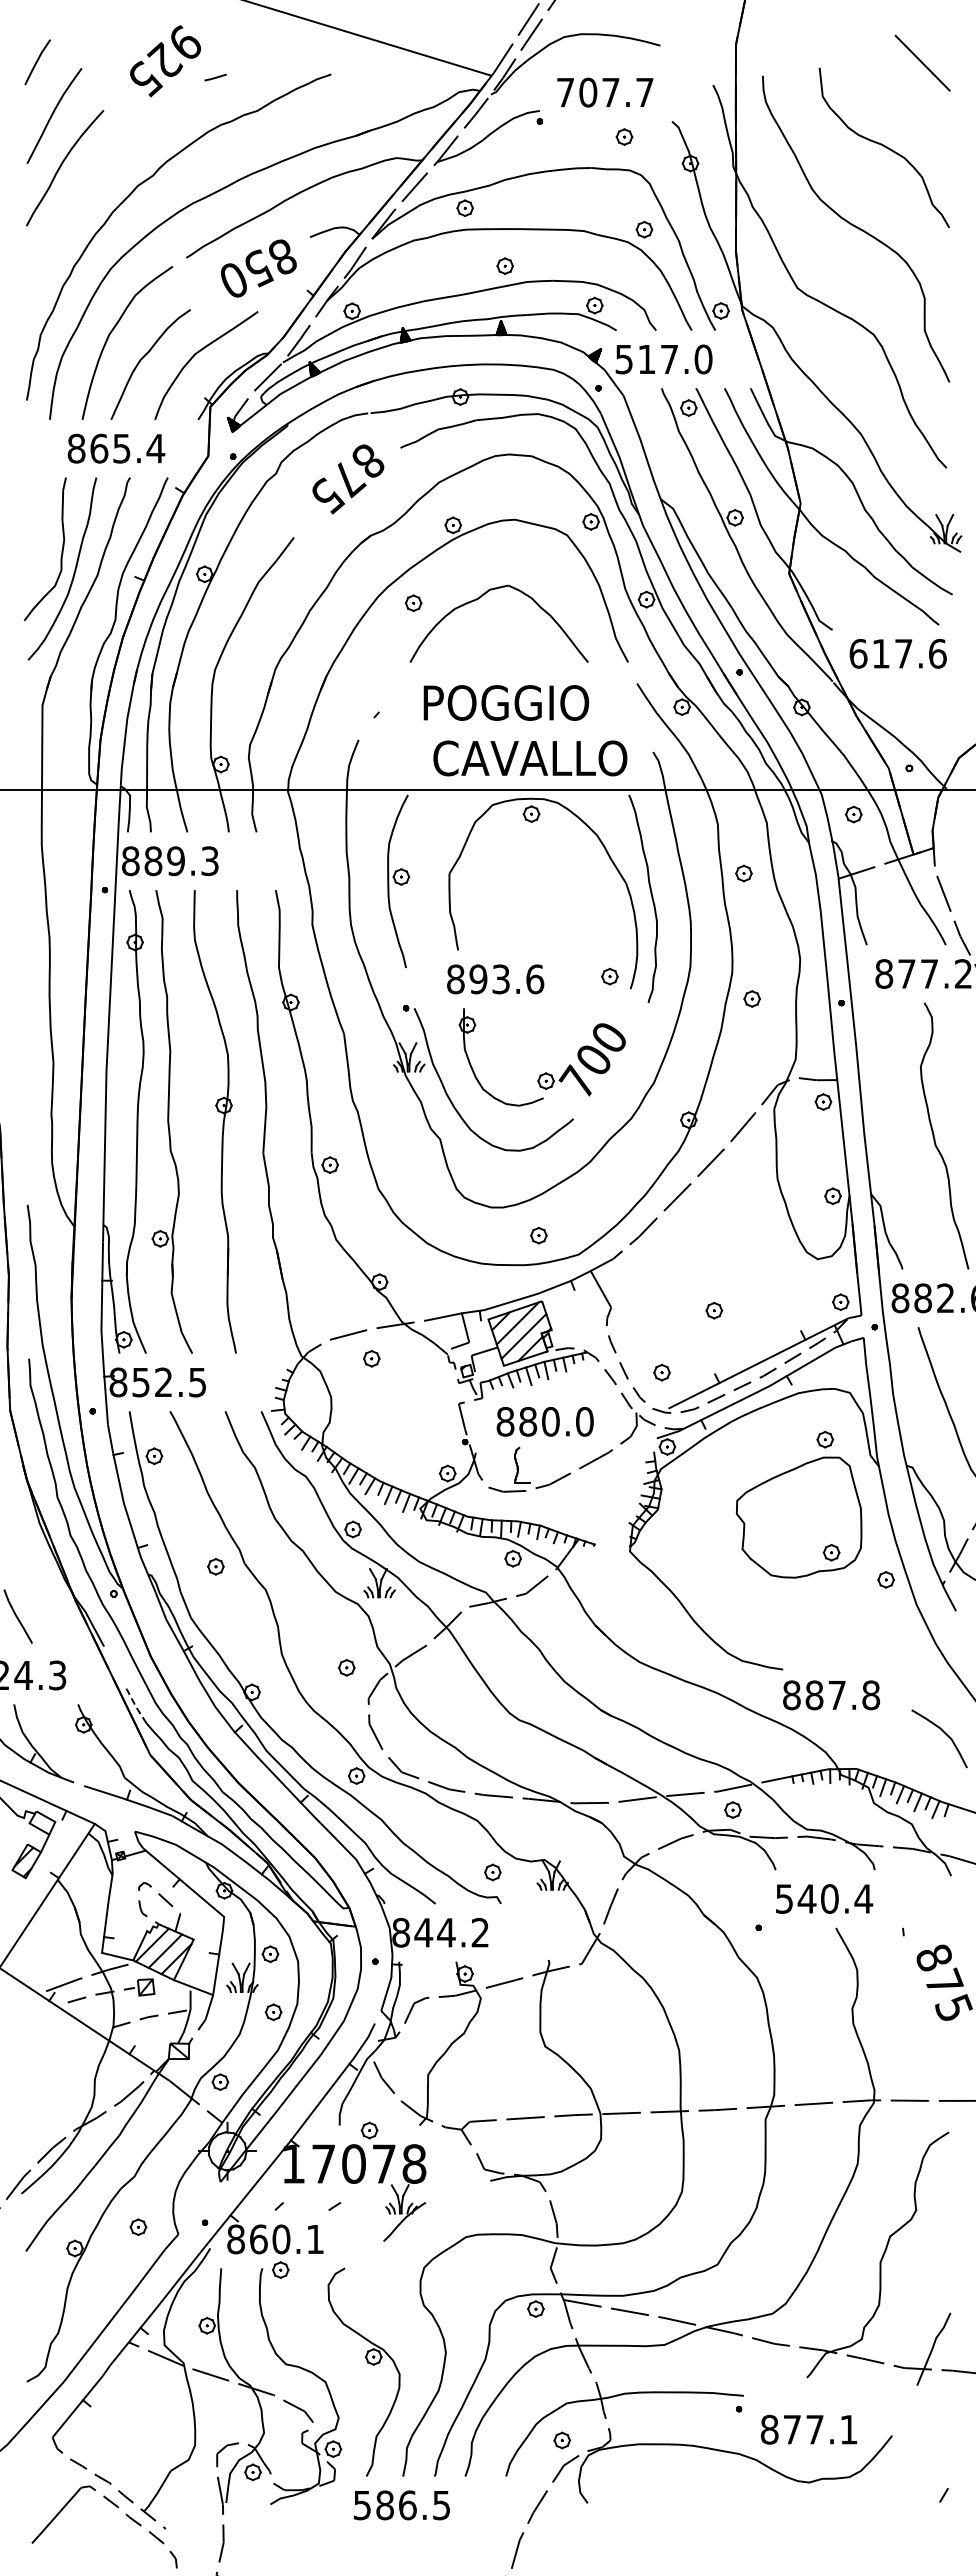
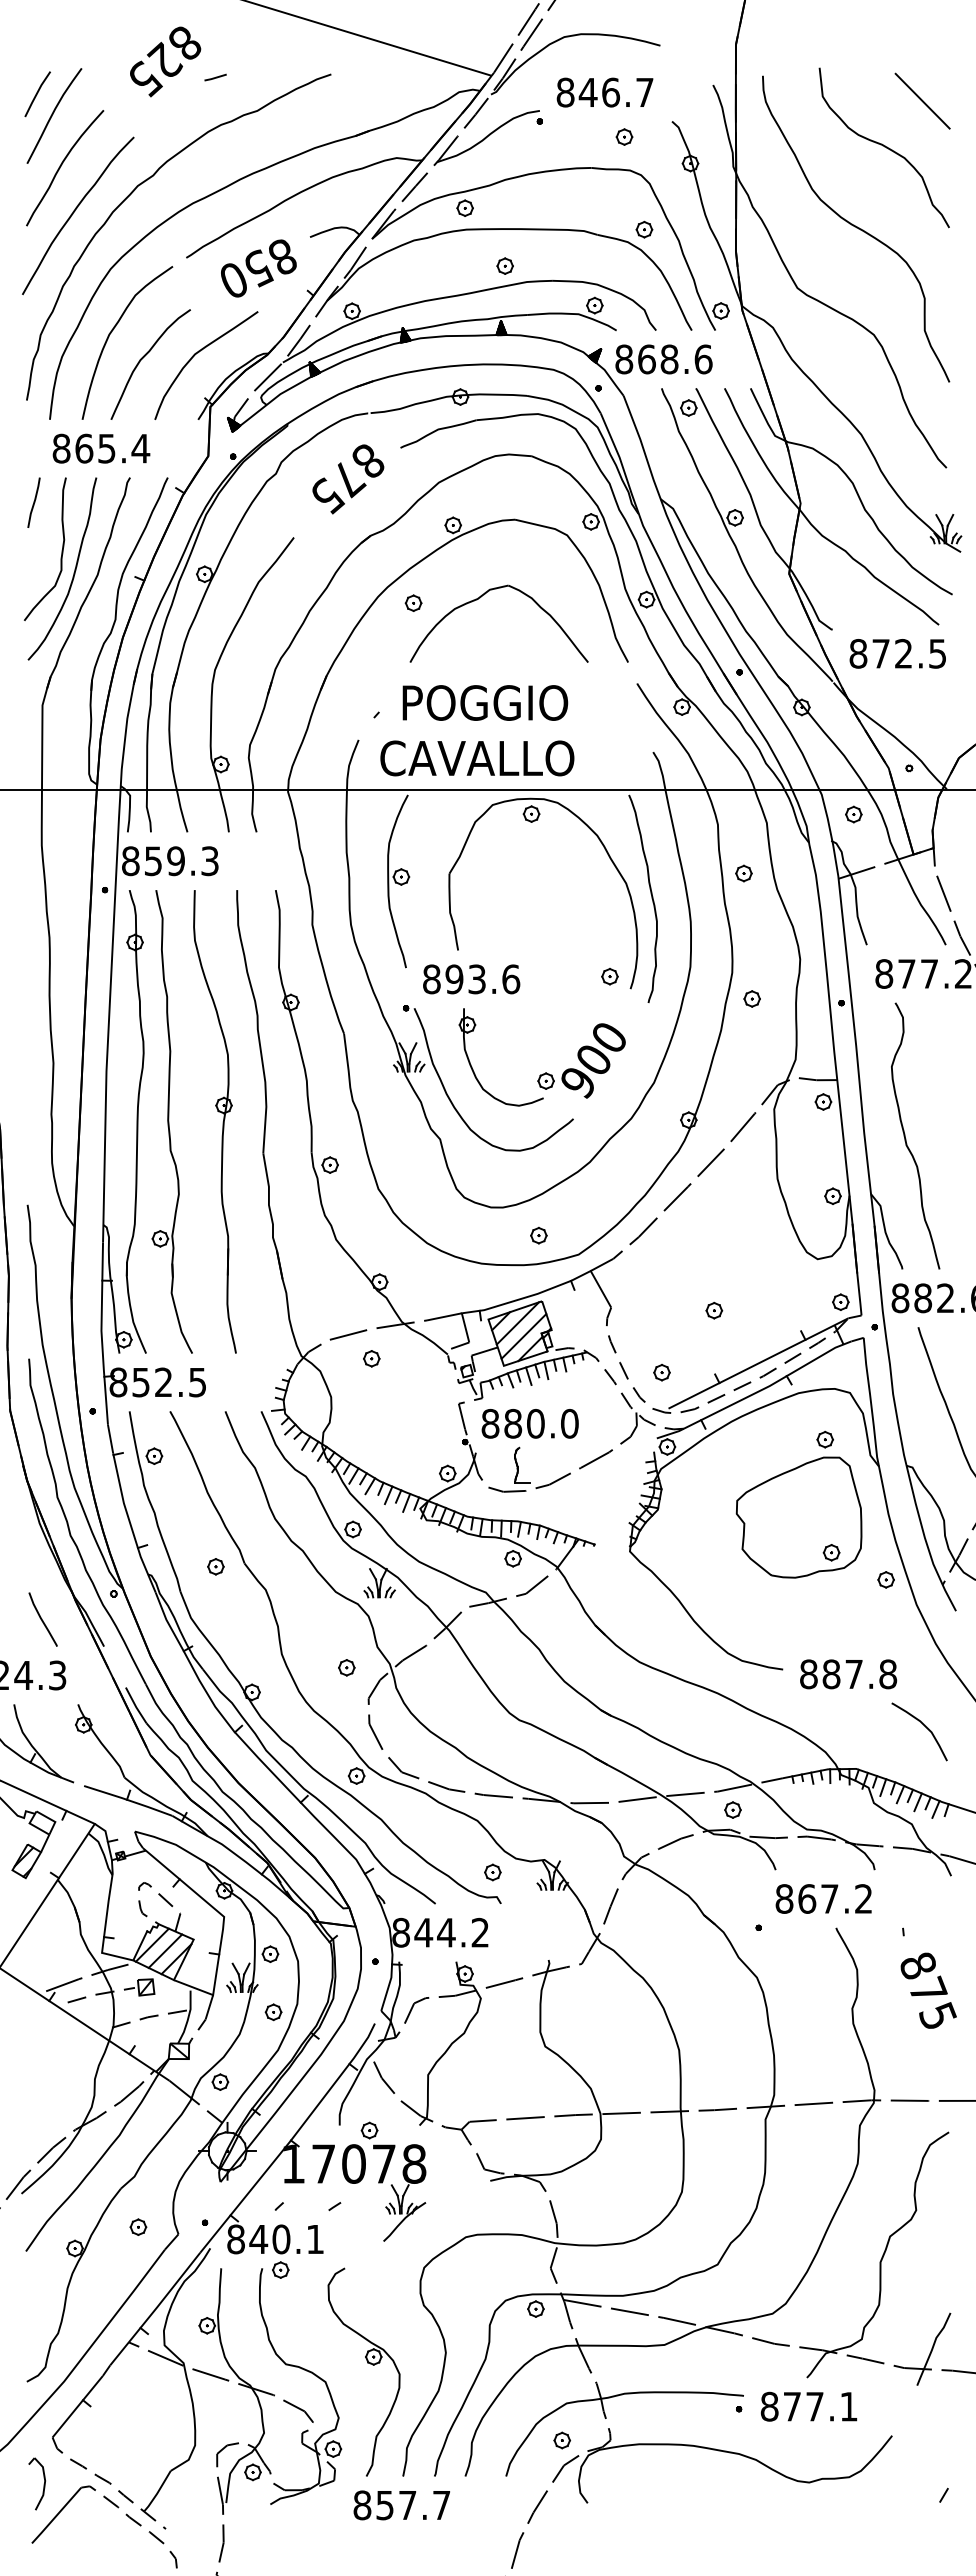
text at (184, 42): 925 -> 825
line at (37, 62) position: (37, 62) -> (37, 94)
line at (922, 62) position: (922, 62) -> (922, 100)
text at (588, 92): 707.7 -> 846.7
curve at (75, 211): none -> present
text at (663, 359): 517.0 -> 868.6
text at (116, 448) position: (116, 448) -> (101, 448)
line at (33, 502): none -> present
text at (897, 653): 617.6 -> 872.5
text at (506, 702) position: (506, 702) -> (485, 702)
text at (530, 758) position: (530, 758) -> (477, 758)
text at (153, 861): 889.3 -> 859.3
text at (495, 979) position: (495, 979) -> (471, 979)
text at (575, 1081): 700 -> 900
curve at (935, 1138) position: (935, 1138) -> (906, 1138)
text at (544, 1421) position: (544, 1421) -> (529, 1423)
curve at (17, 1616) position: (17, 1616) -> (42, 1619)
text at (831, 1695) position: (831, 1695) -> (848, 1674)
line at (135, 1705): dashed -> solid
curve at (944, 1733) position: (944, 1733) -> (924, 1726)
text at (824, 1898): 540.4 -> 867.2
text at (944, 1982) position: (944, 1982) -> (928, 1990)
text at (258, 2239): 860.1 -> 840.1
text at (808, 2429) position: (808, 2429) -> (808, 2406)
part at (43, 2484): none -> present
text at (401, 2505): 586.5 -> 857.7
